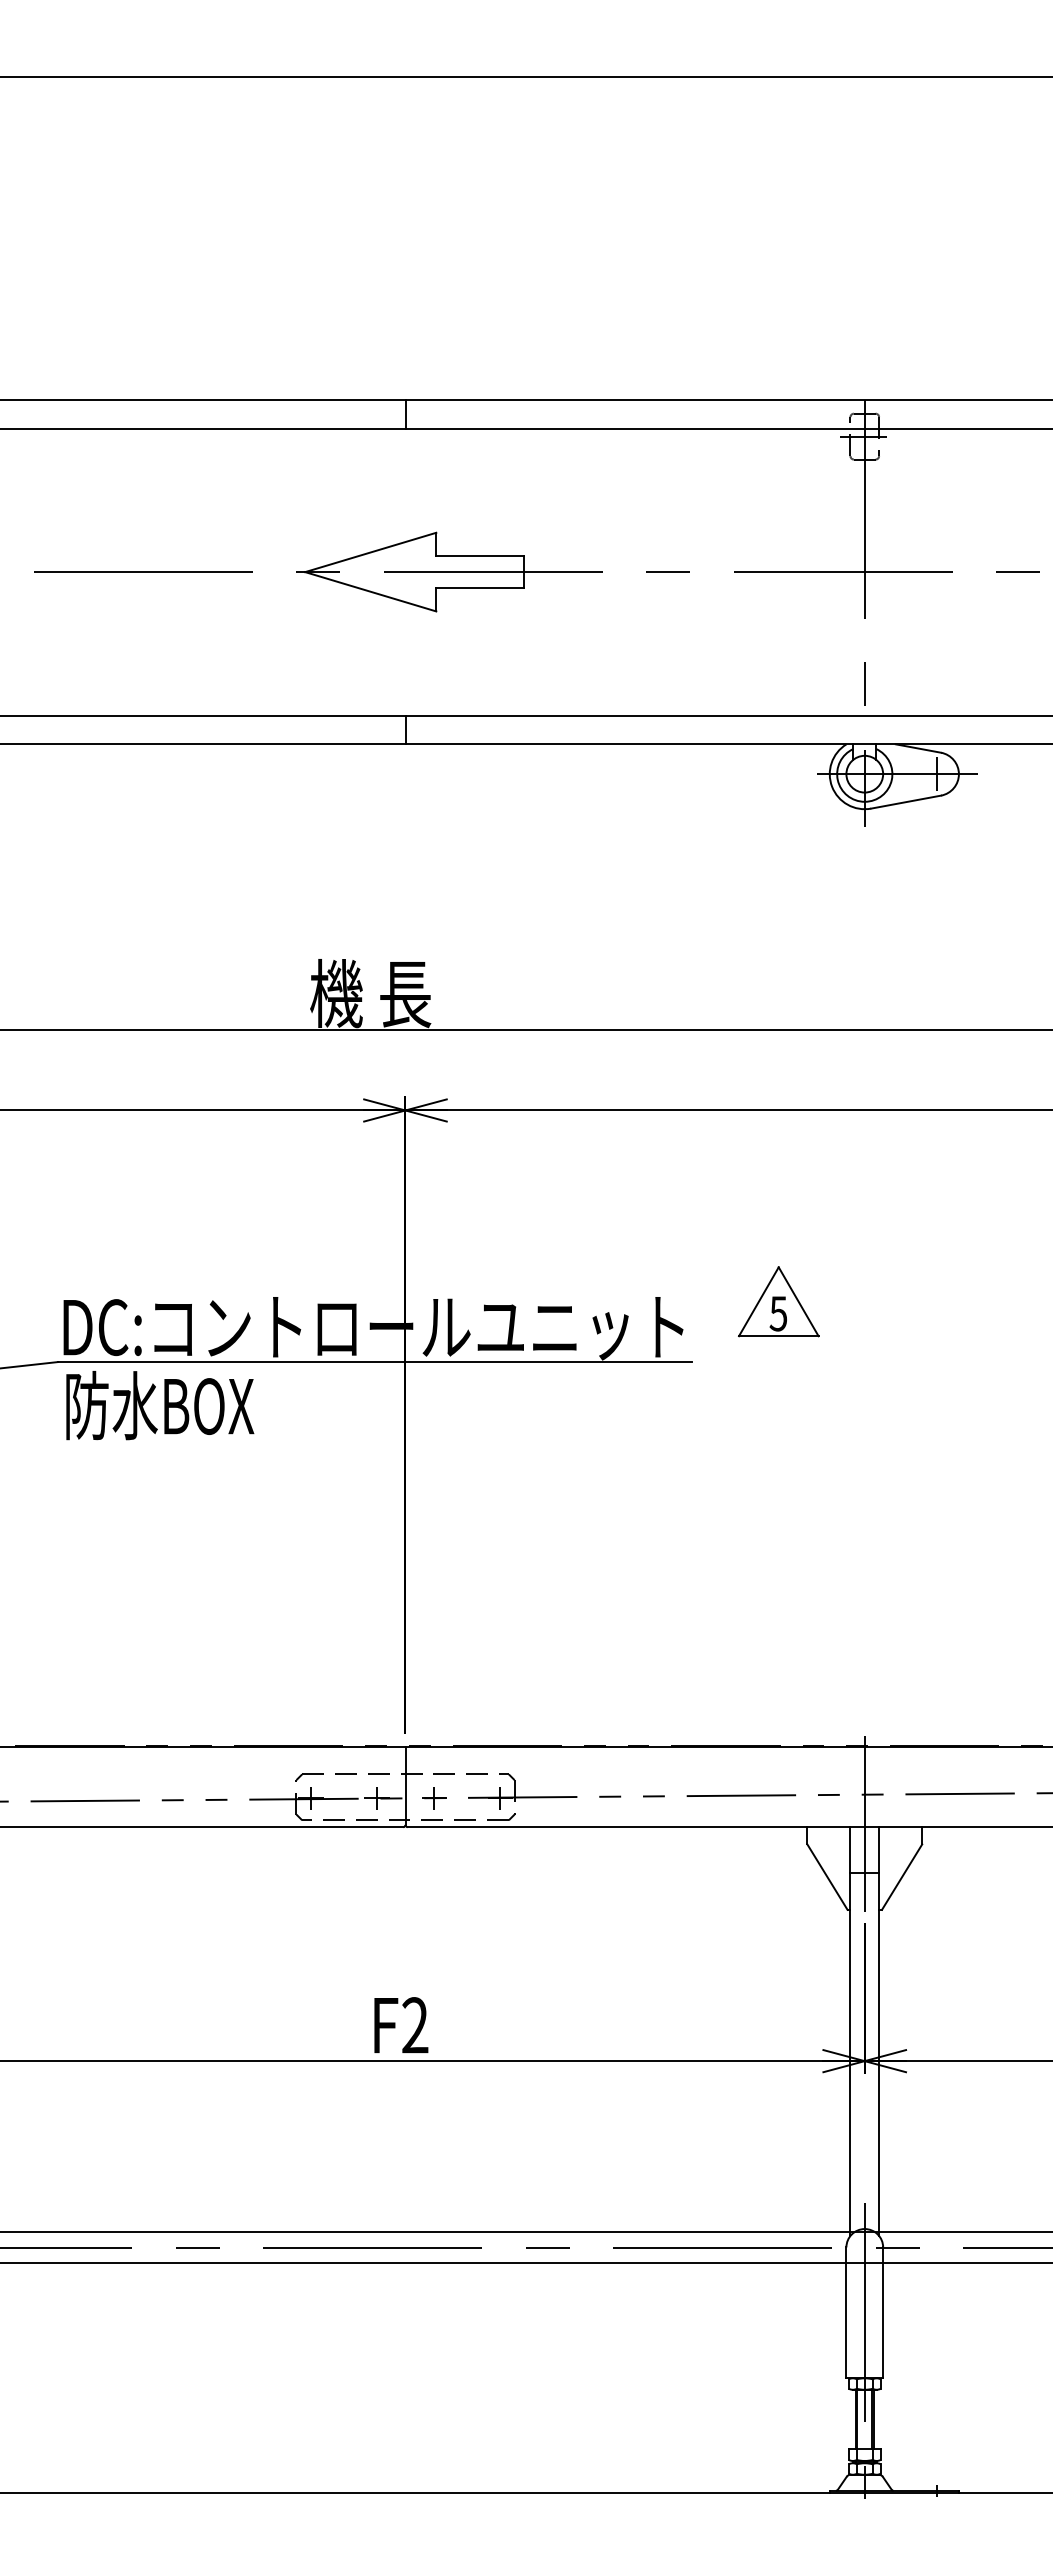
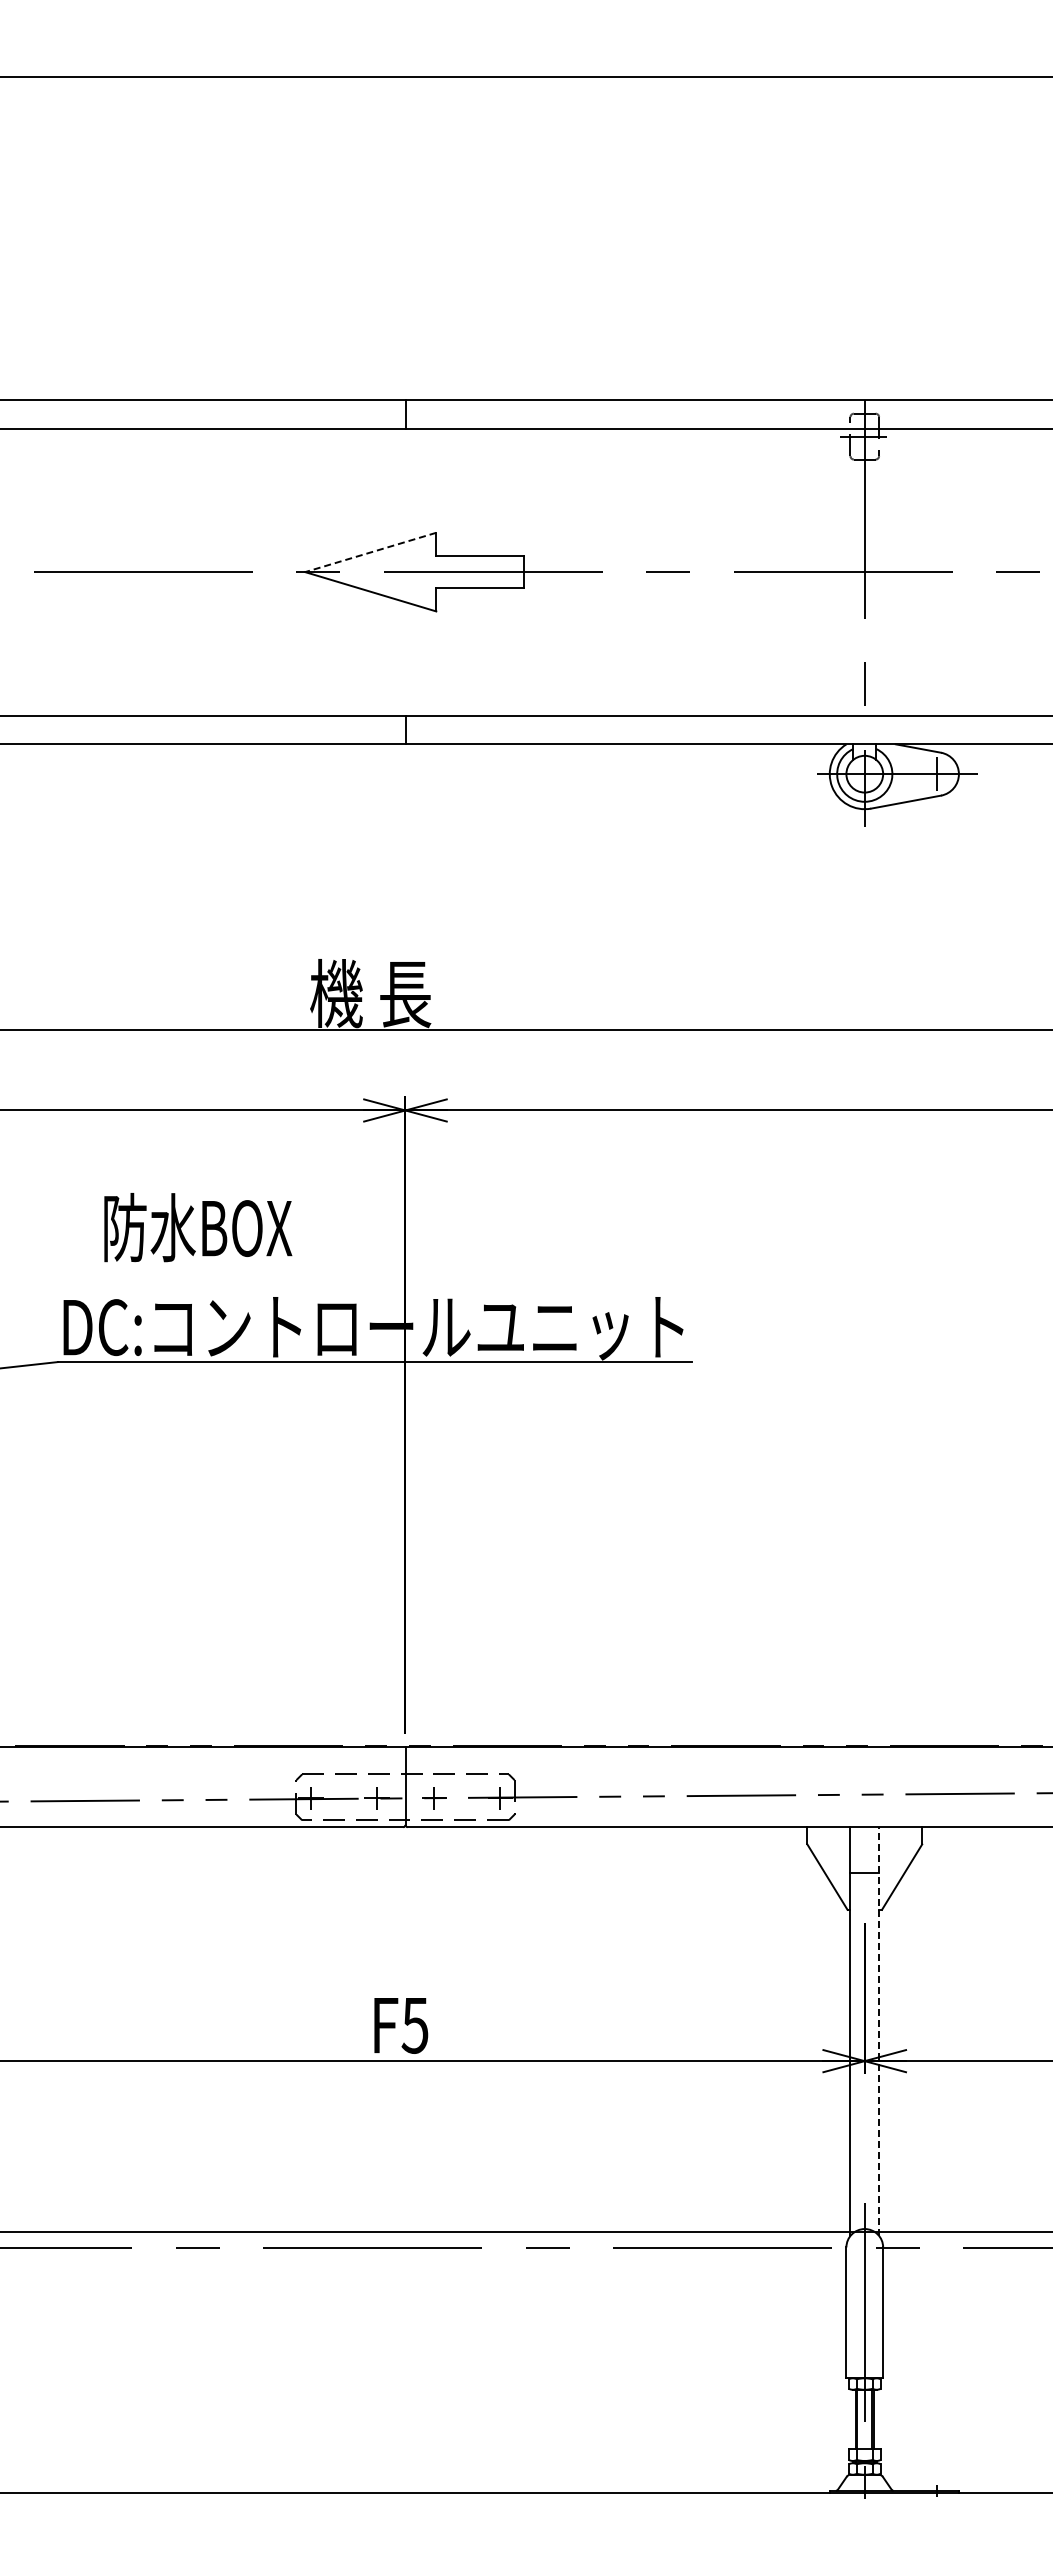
line at (370, 552): solid -> dashed
part at (778, 1301): present -> none
text at (160, 1405) position: (160, 1405) -> (198, 1227)
line at (864, 1823): present -> none
text at (414, 2025): F2 -> F5
line at (879, 2031): solid -> dashed
line at (525, 2263): present -> none
